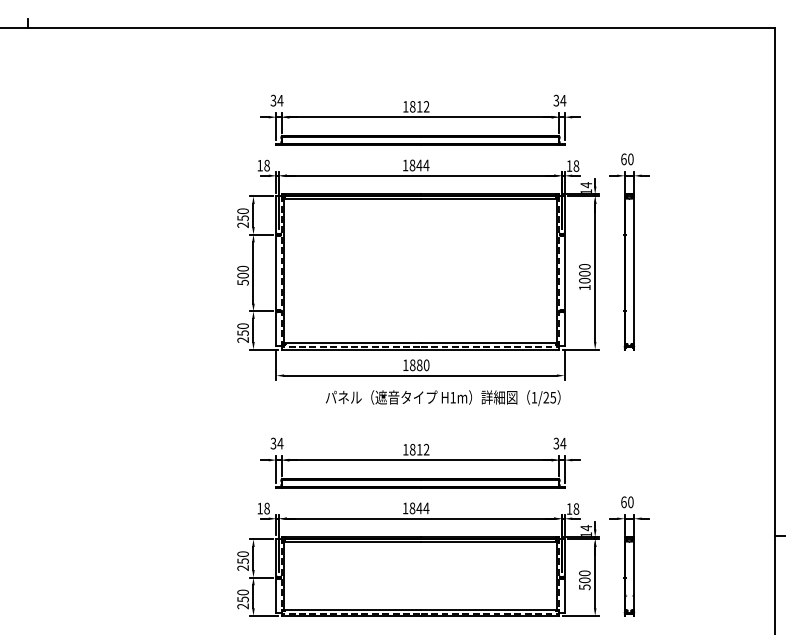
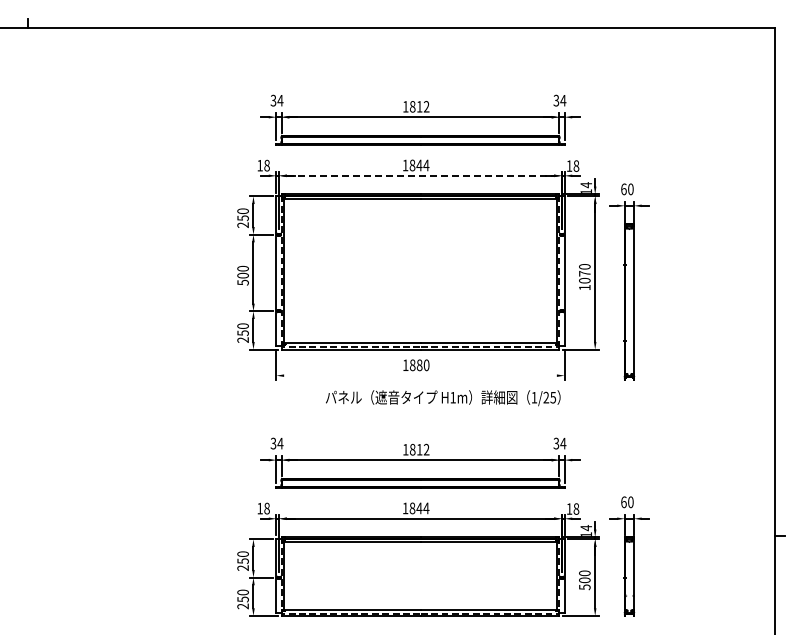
line at (420, 175): solid -> dashed
part at (629, 251) position: (629, 251) -> (629, 281)
text at (584, 273): 1000 -> 1070
line at (420, 375): present -> none
